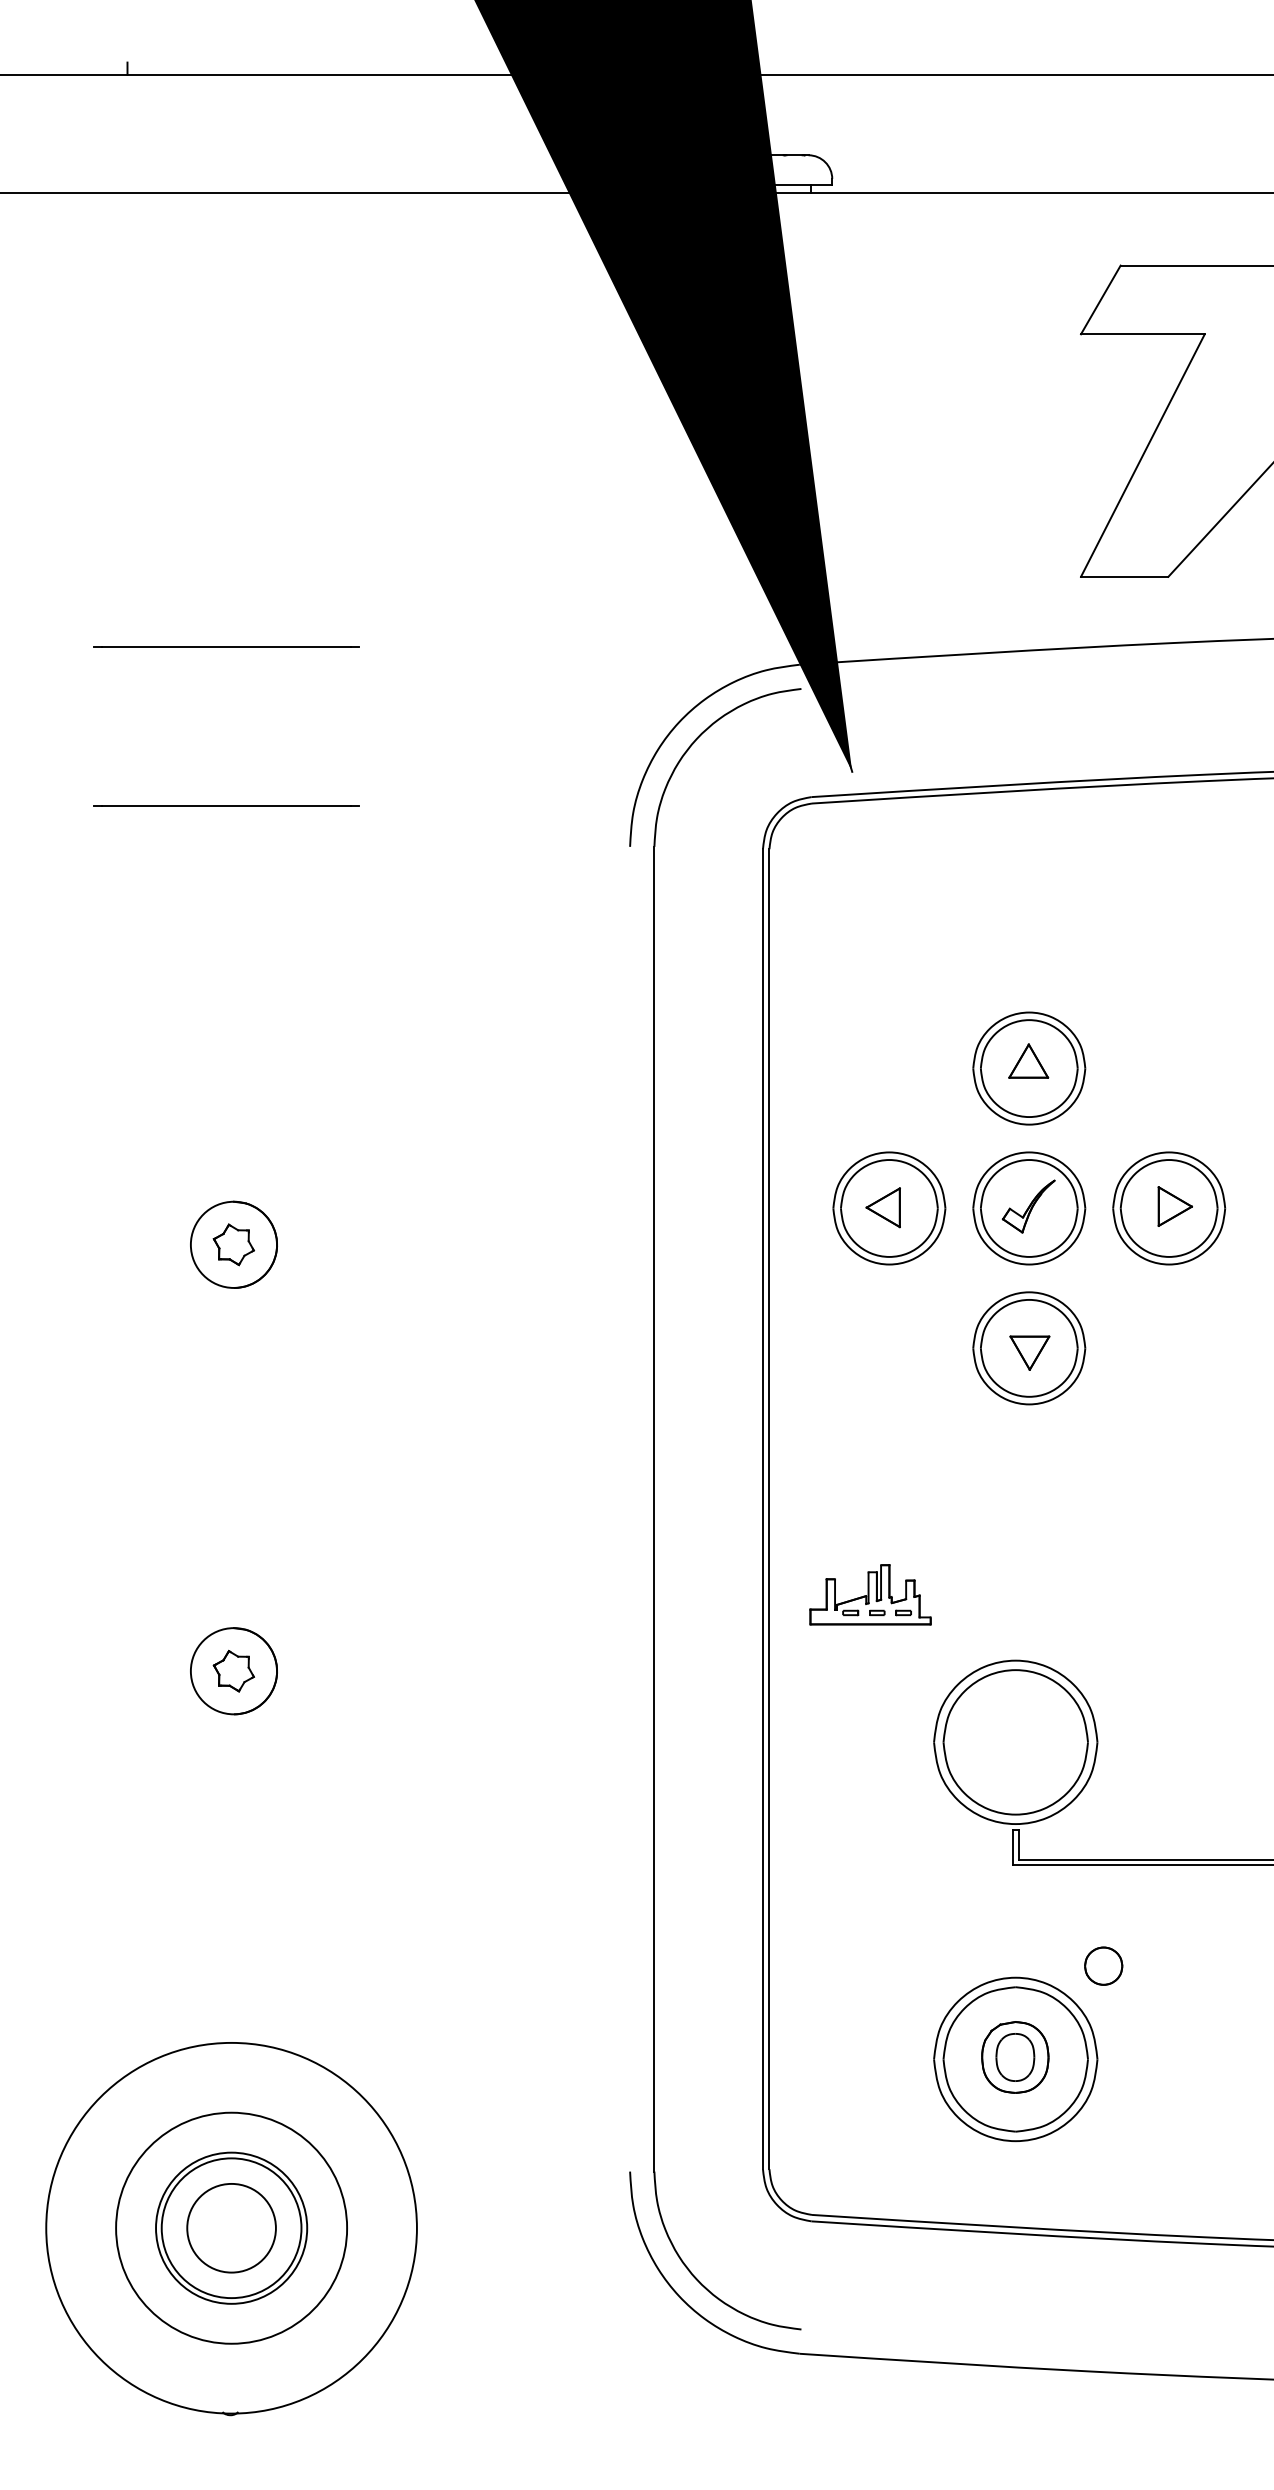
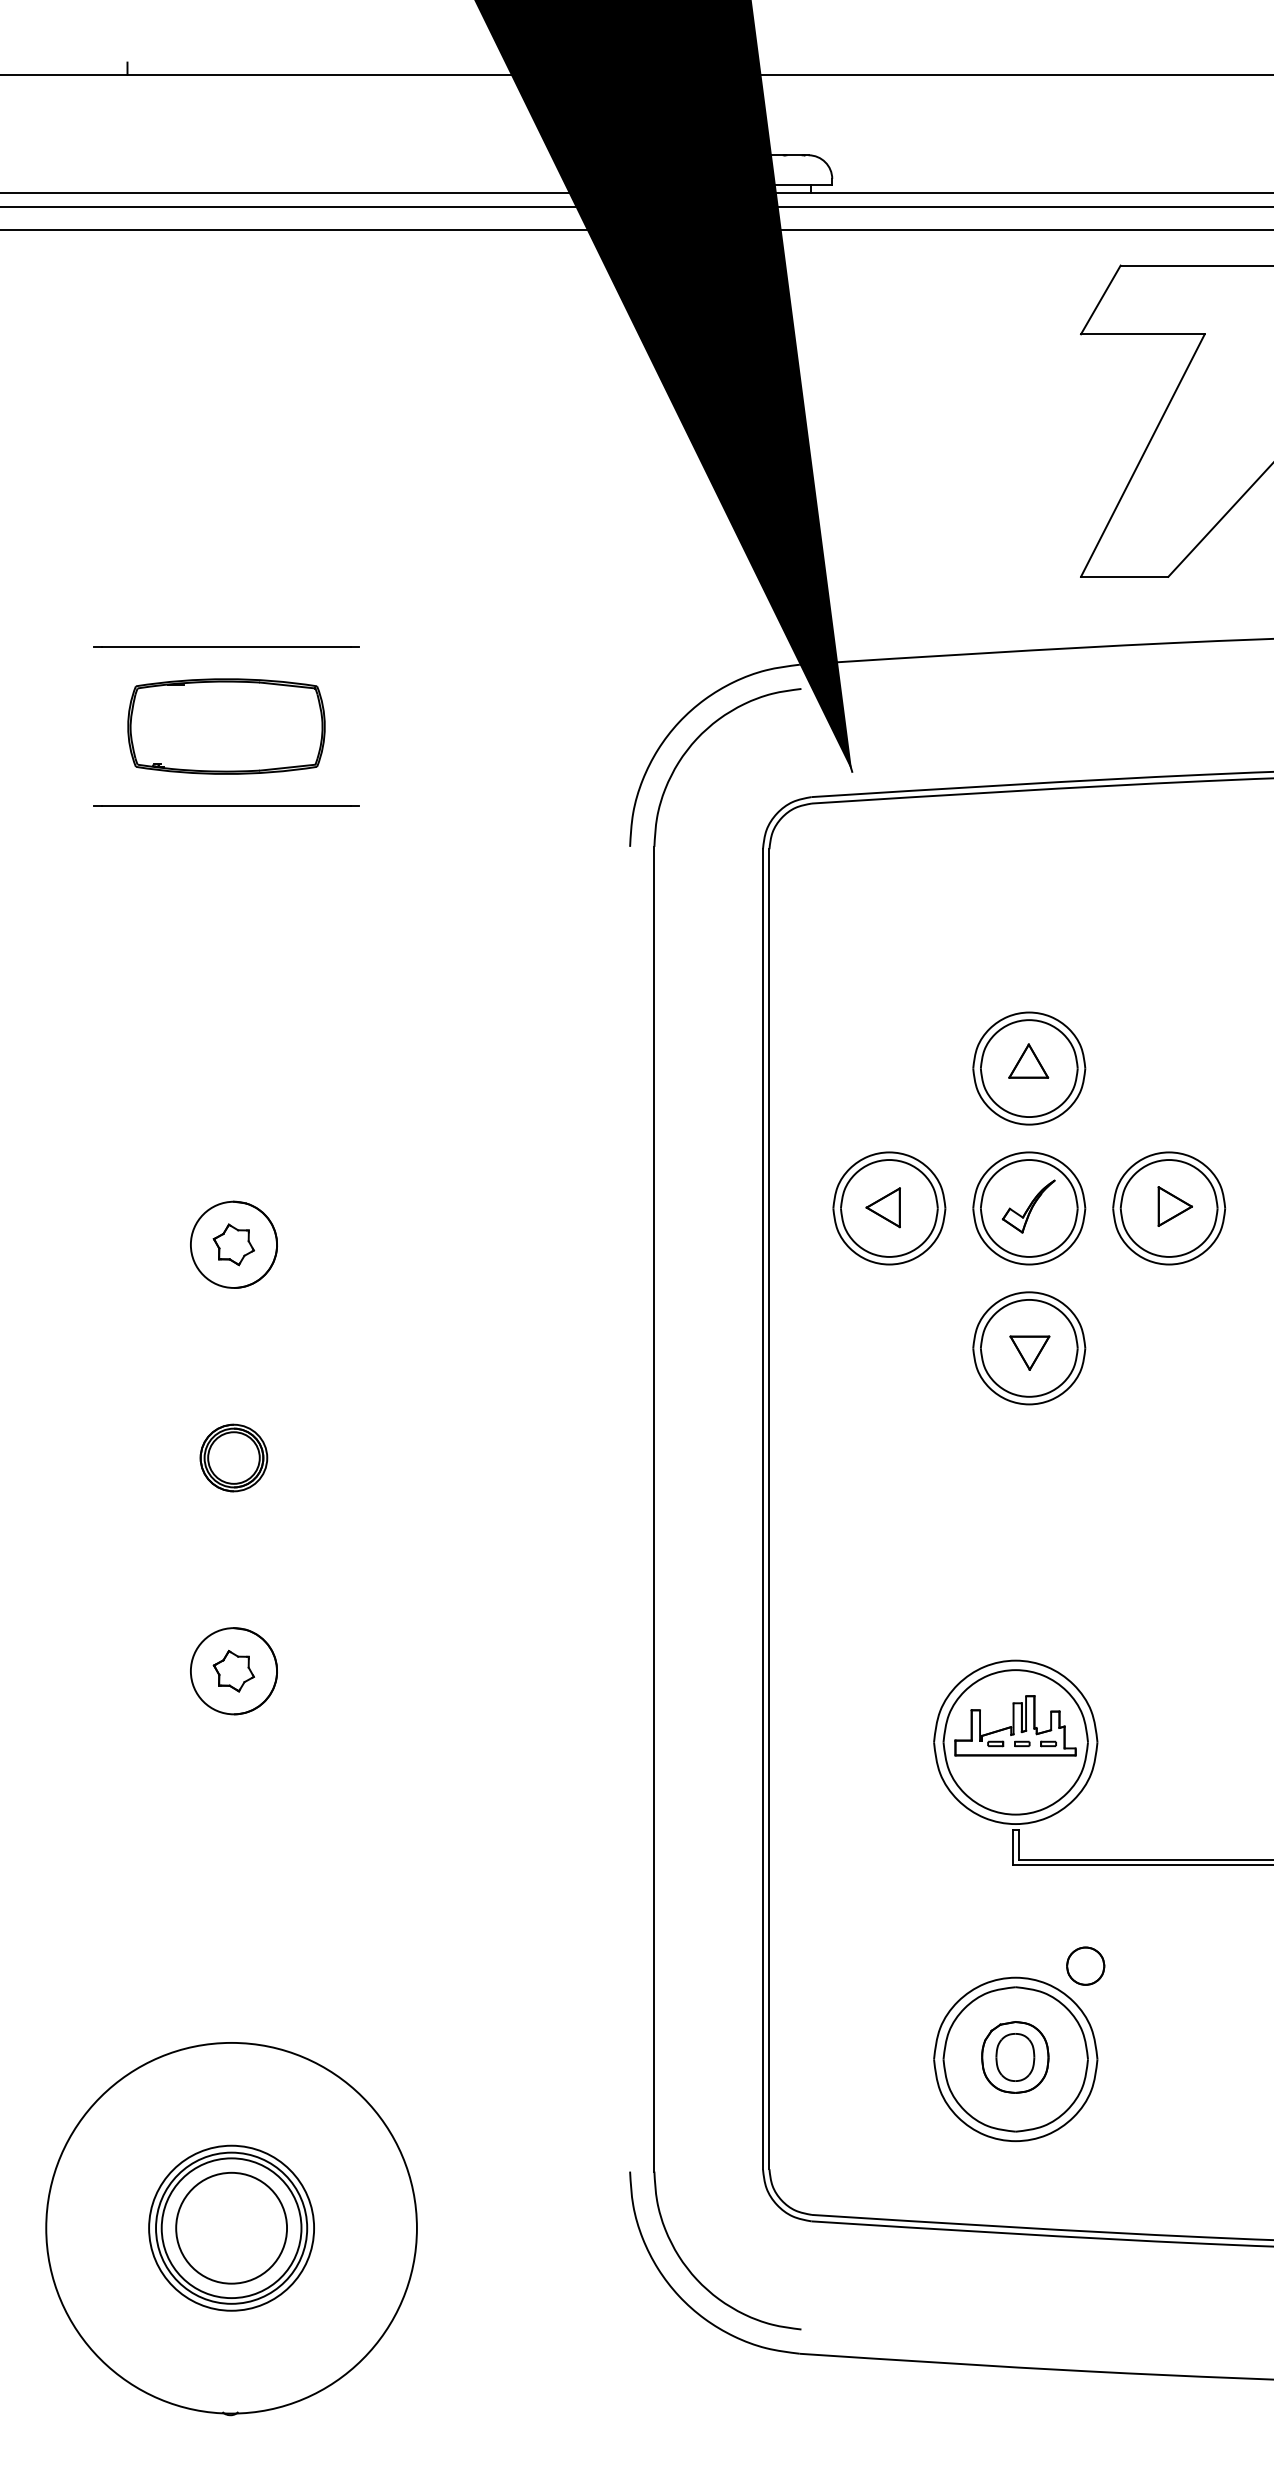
line at (636, 206): none -> present
line at (636, 230): none -> present
part at (226, 726): none -> present
part at (233, 1457): none -> present
part at (870, 1594) position: (870, 1594) -> (1015, 1725)
part at (1103, 1965) position: (1103, 1965) -> (1085, 1965)
circle at (231, 2227) diameter: 231 px -> 165 px
circle at (231, 2227) diameter: 89 px -> 111 px
